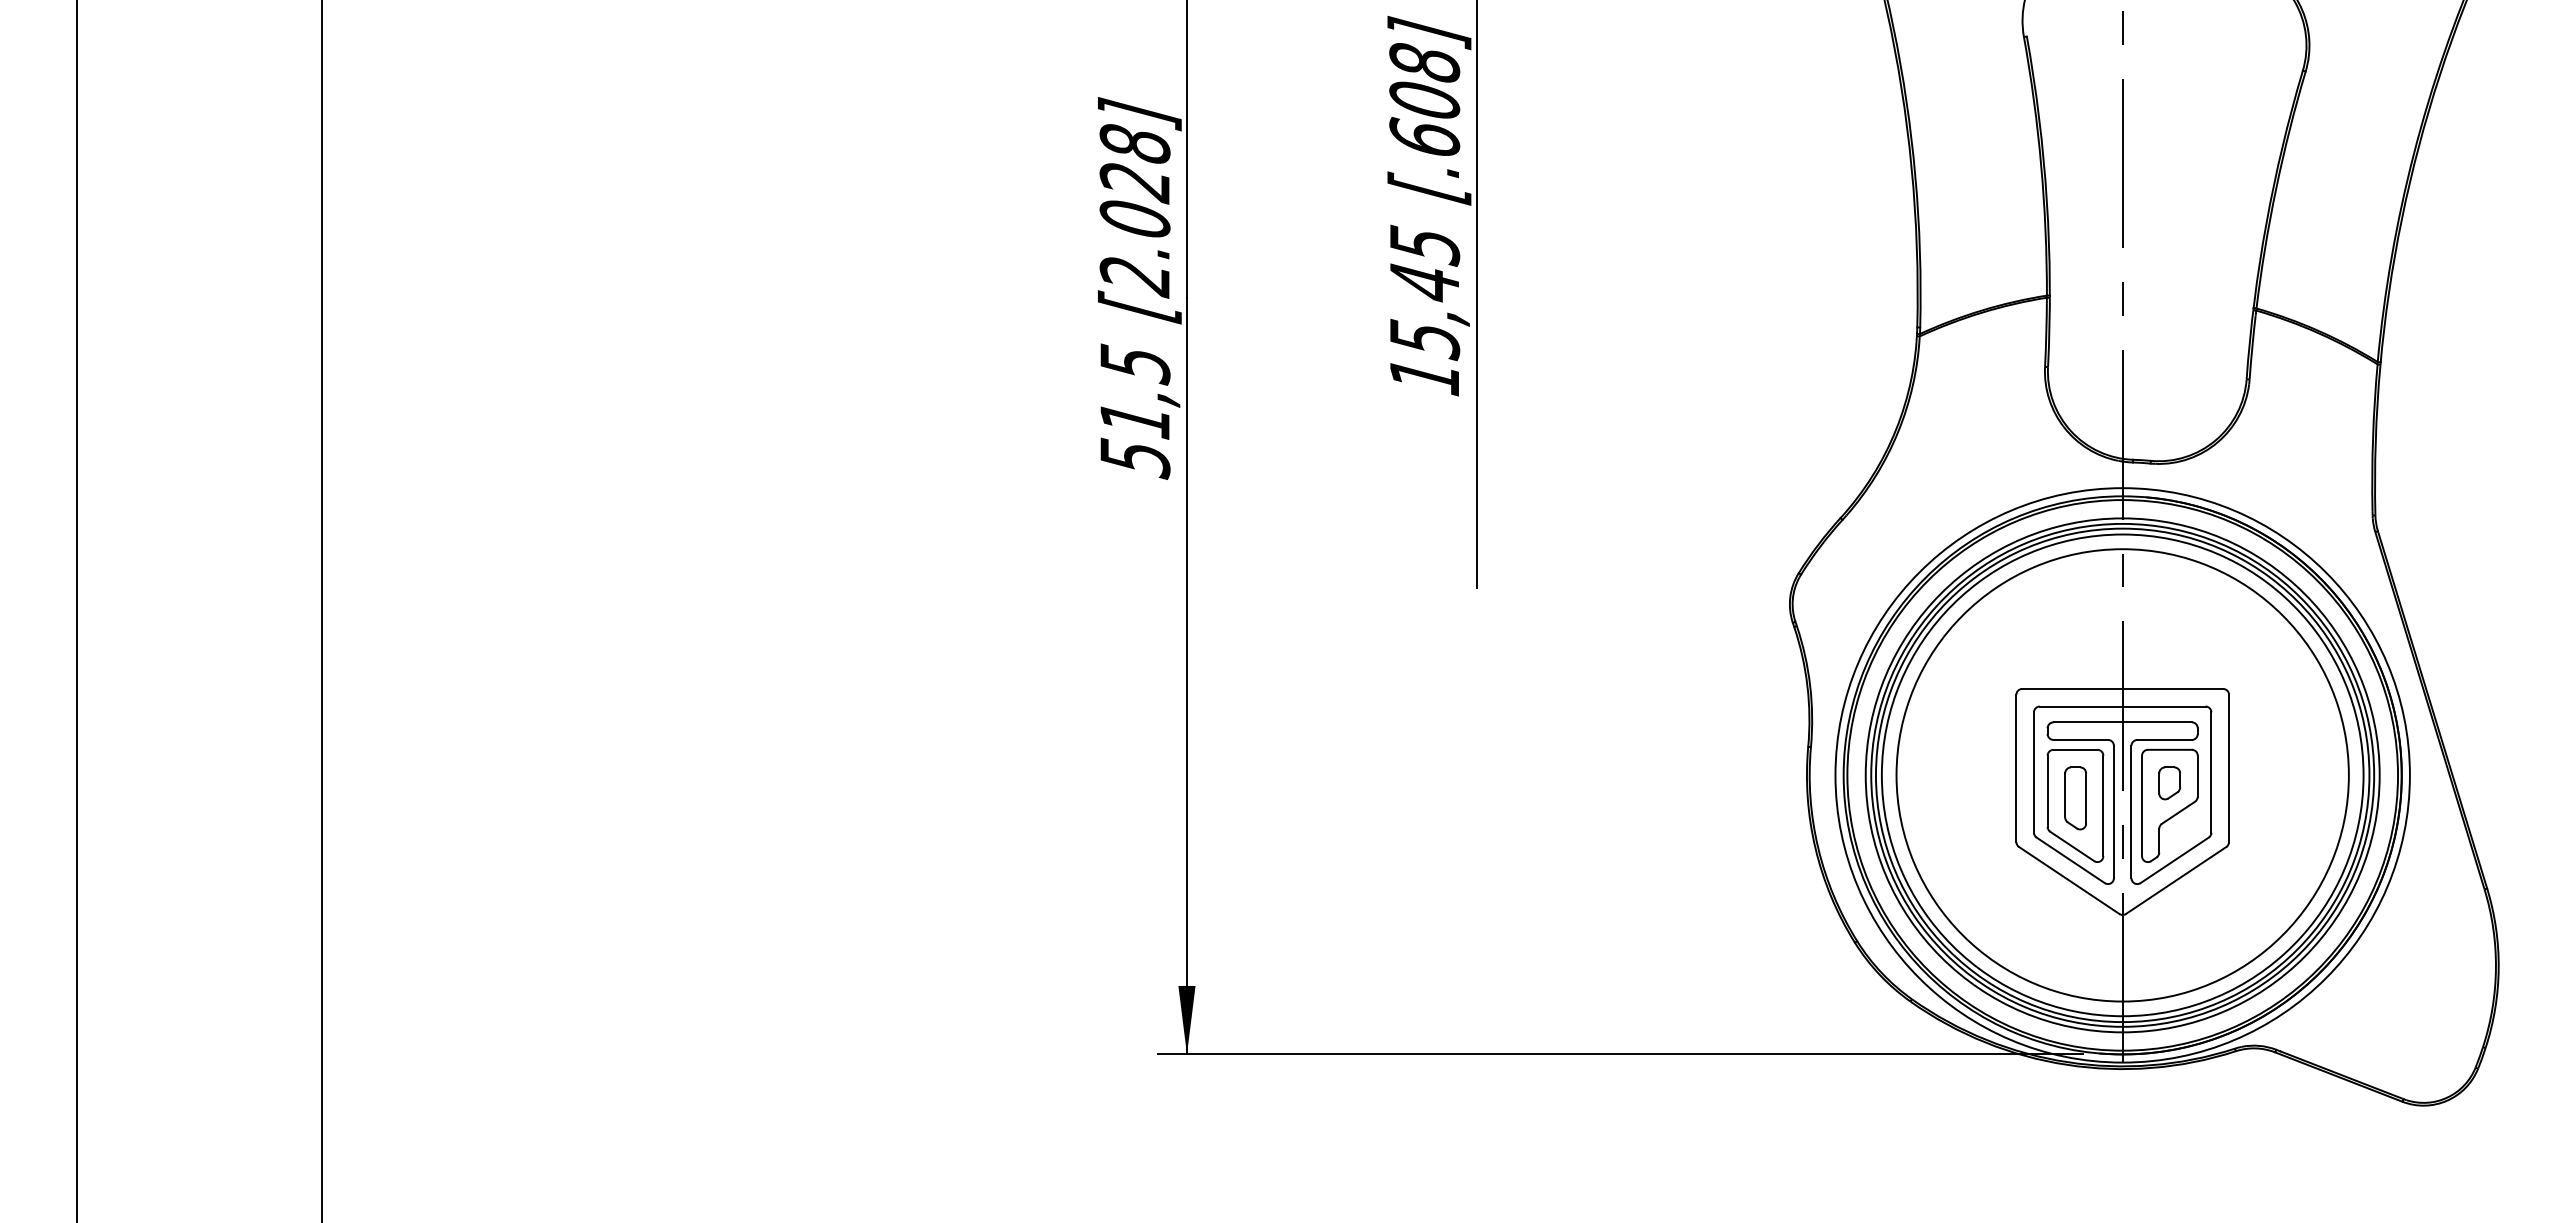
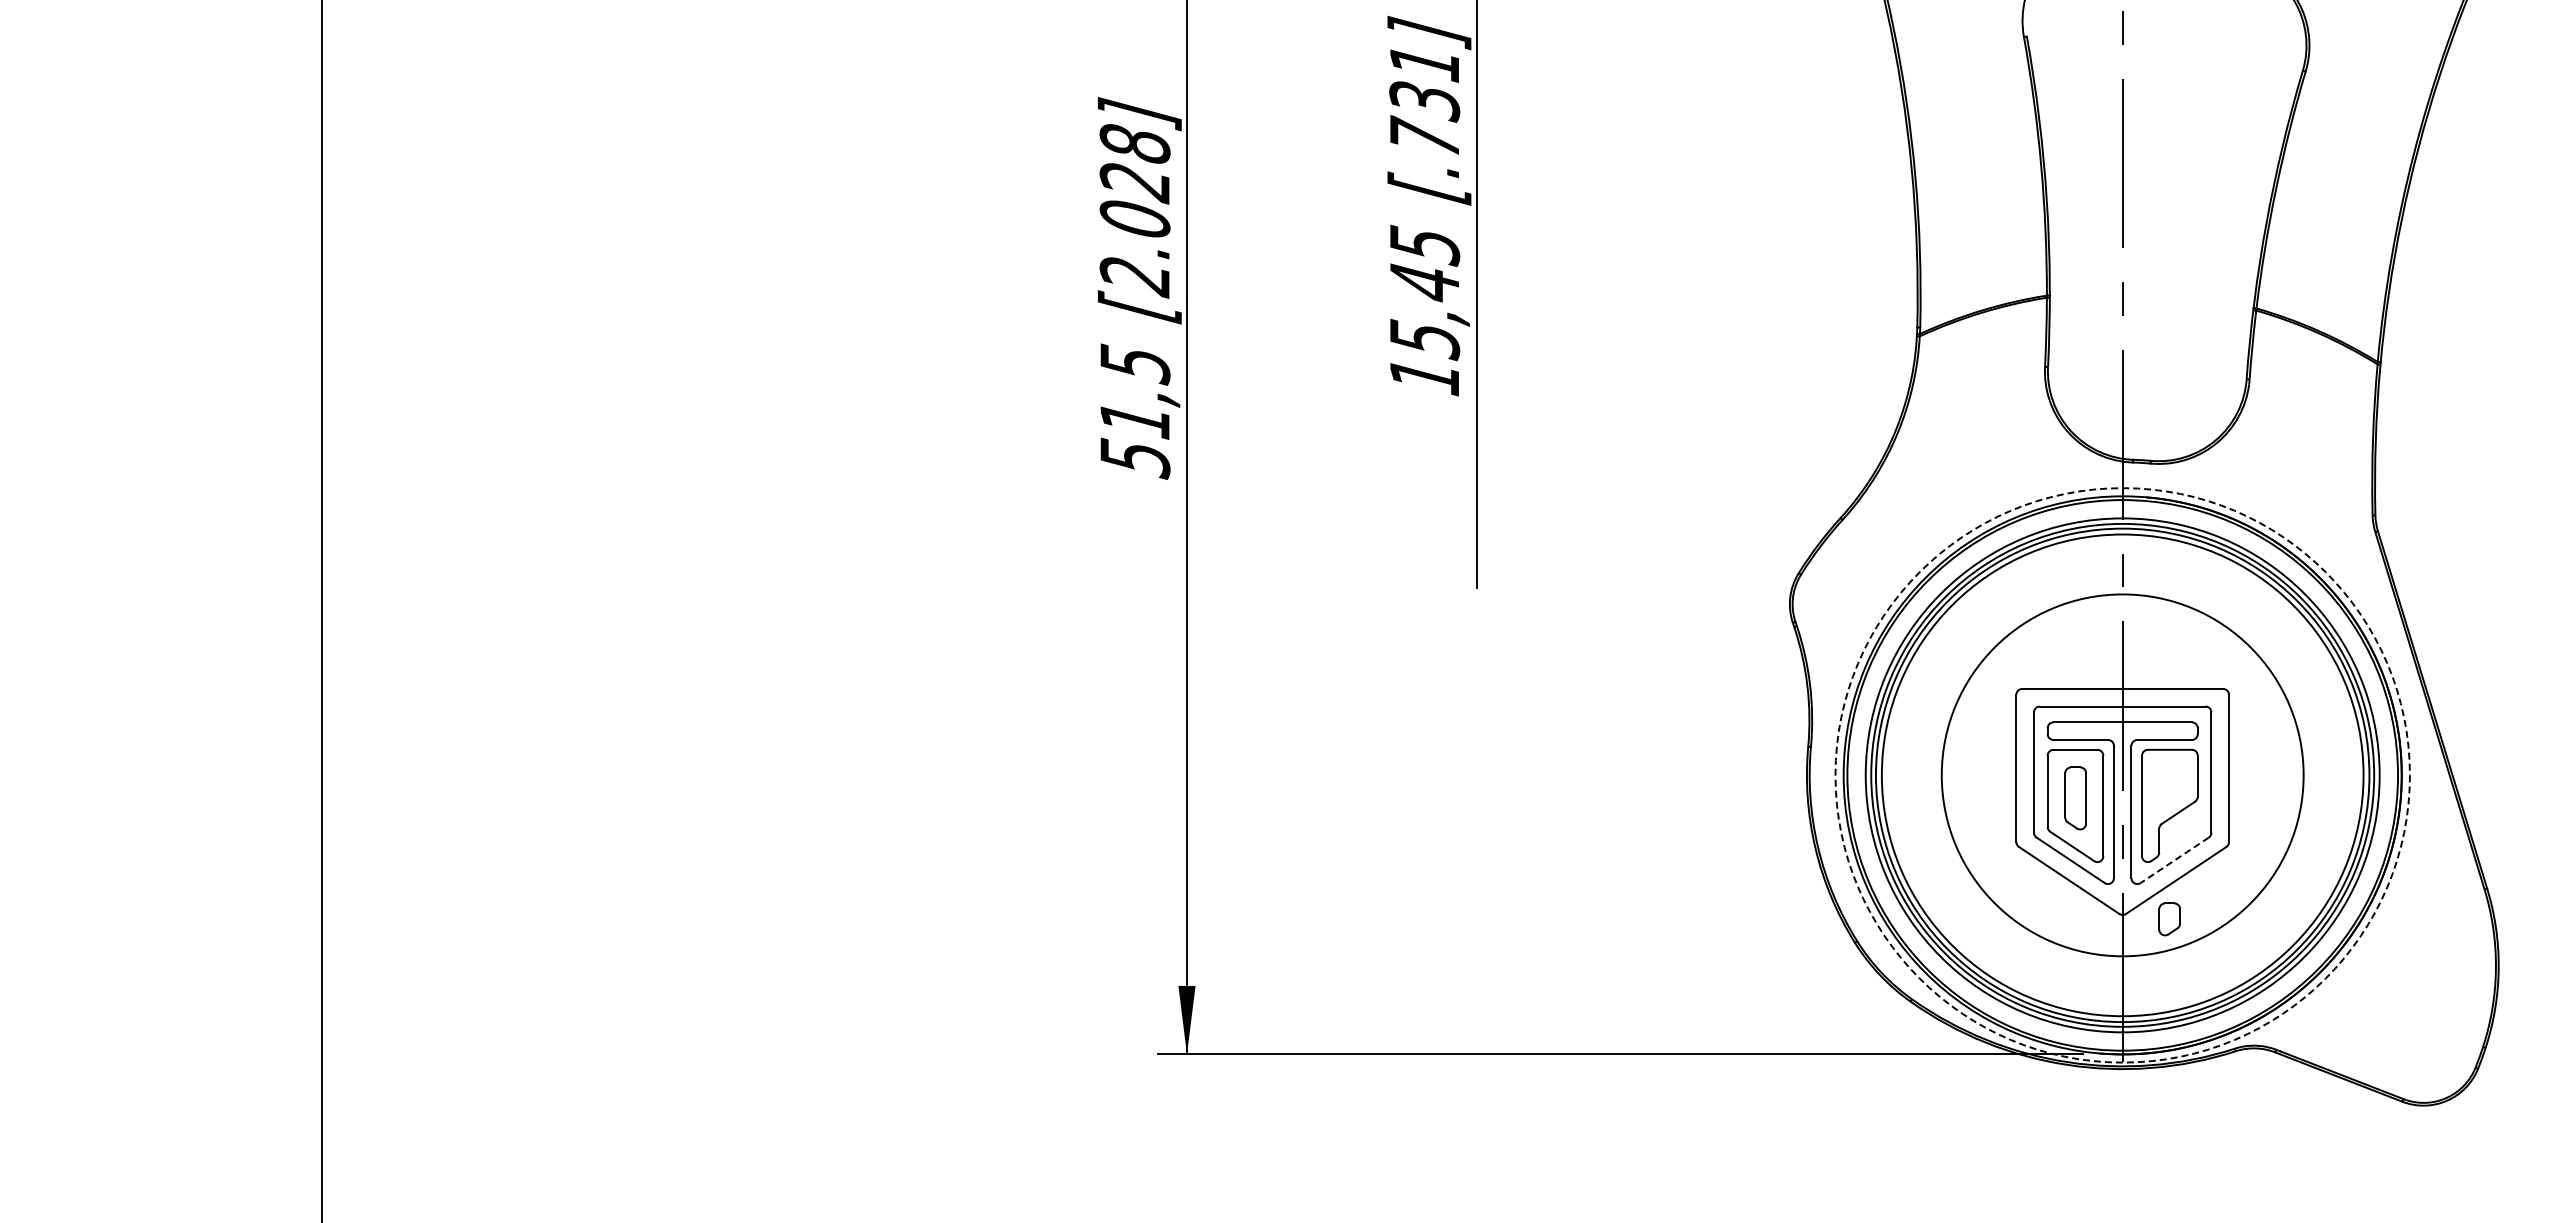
text at (1424, 99): [.608] -> [.731]
line at (77, 610): present -> none
circle at (2122, 775) diameter: 452 px -> 362 px
circle at (2122, 775): solid -> dashed
part at (2169, 783) position: (2169, 783) -> (2169, 919)
line at (2174, 860): solid -> dashed
